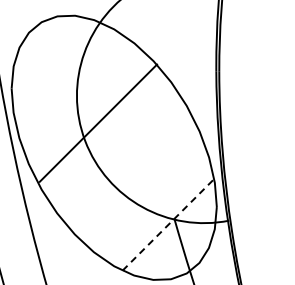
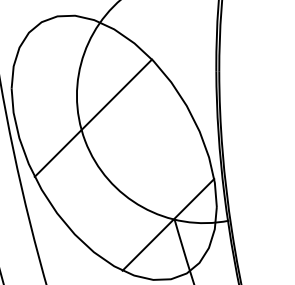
line at (98, 122) position: (98, 122) -> (93, 117)
line at (168, 224): dashed -> solid
